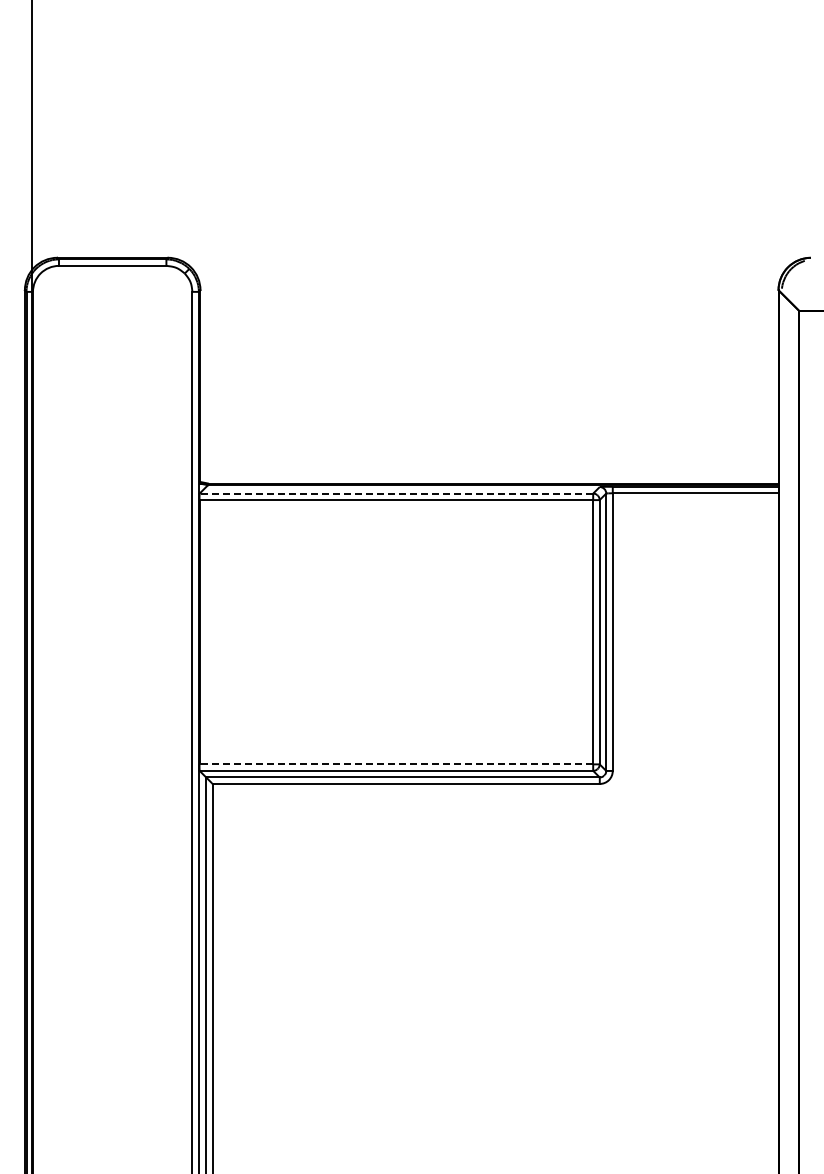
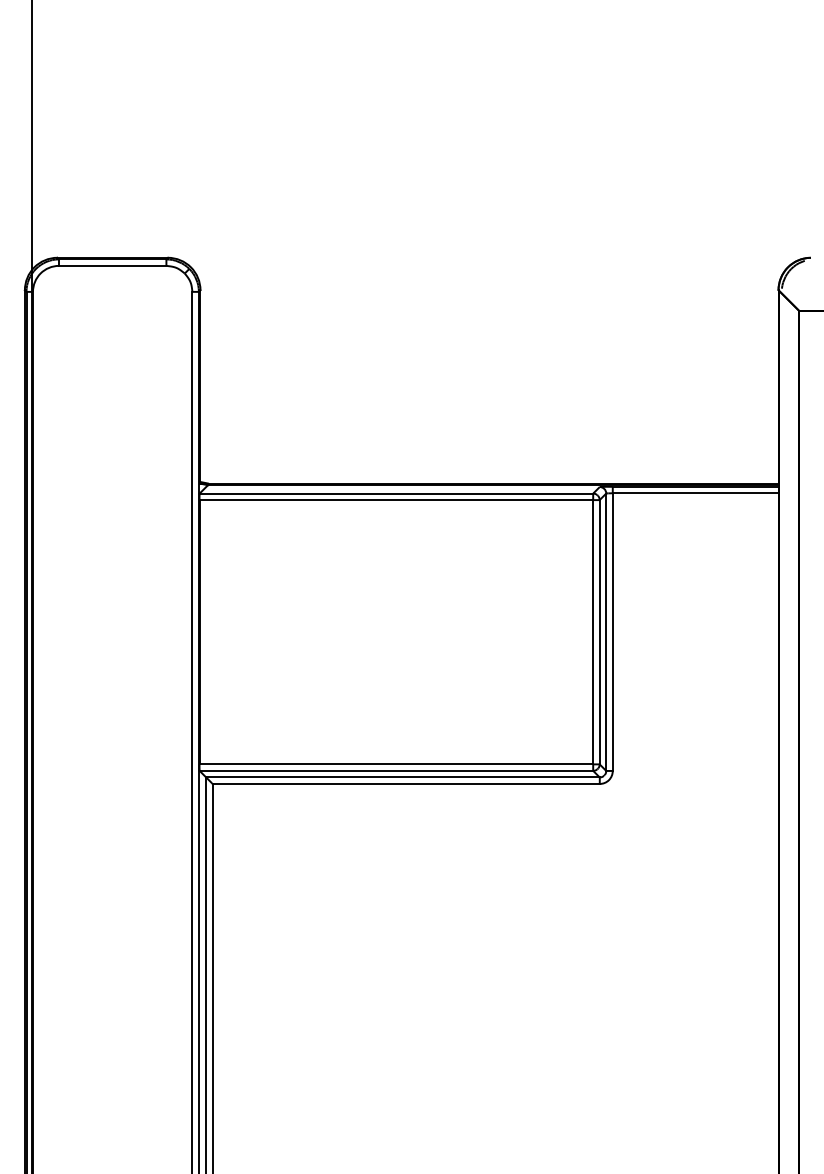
line at (396, 493): dashed -> solid
line at (396, 764): dashed -> solid
